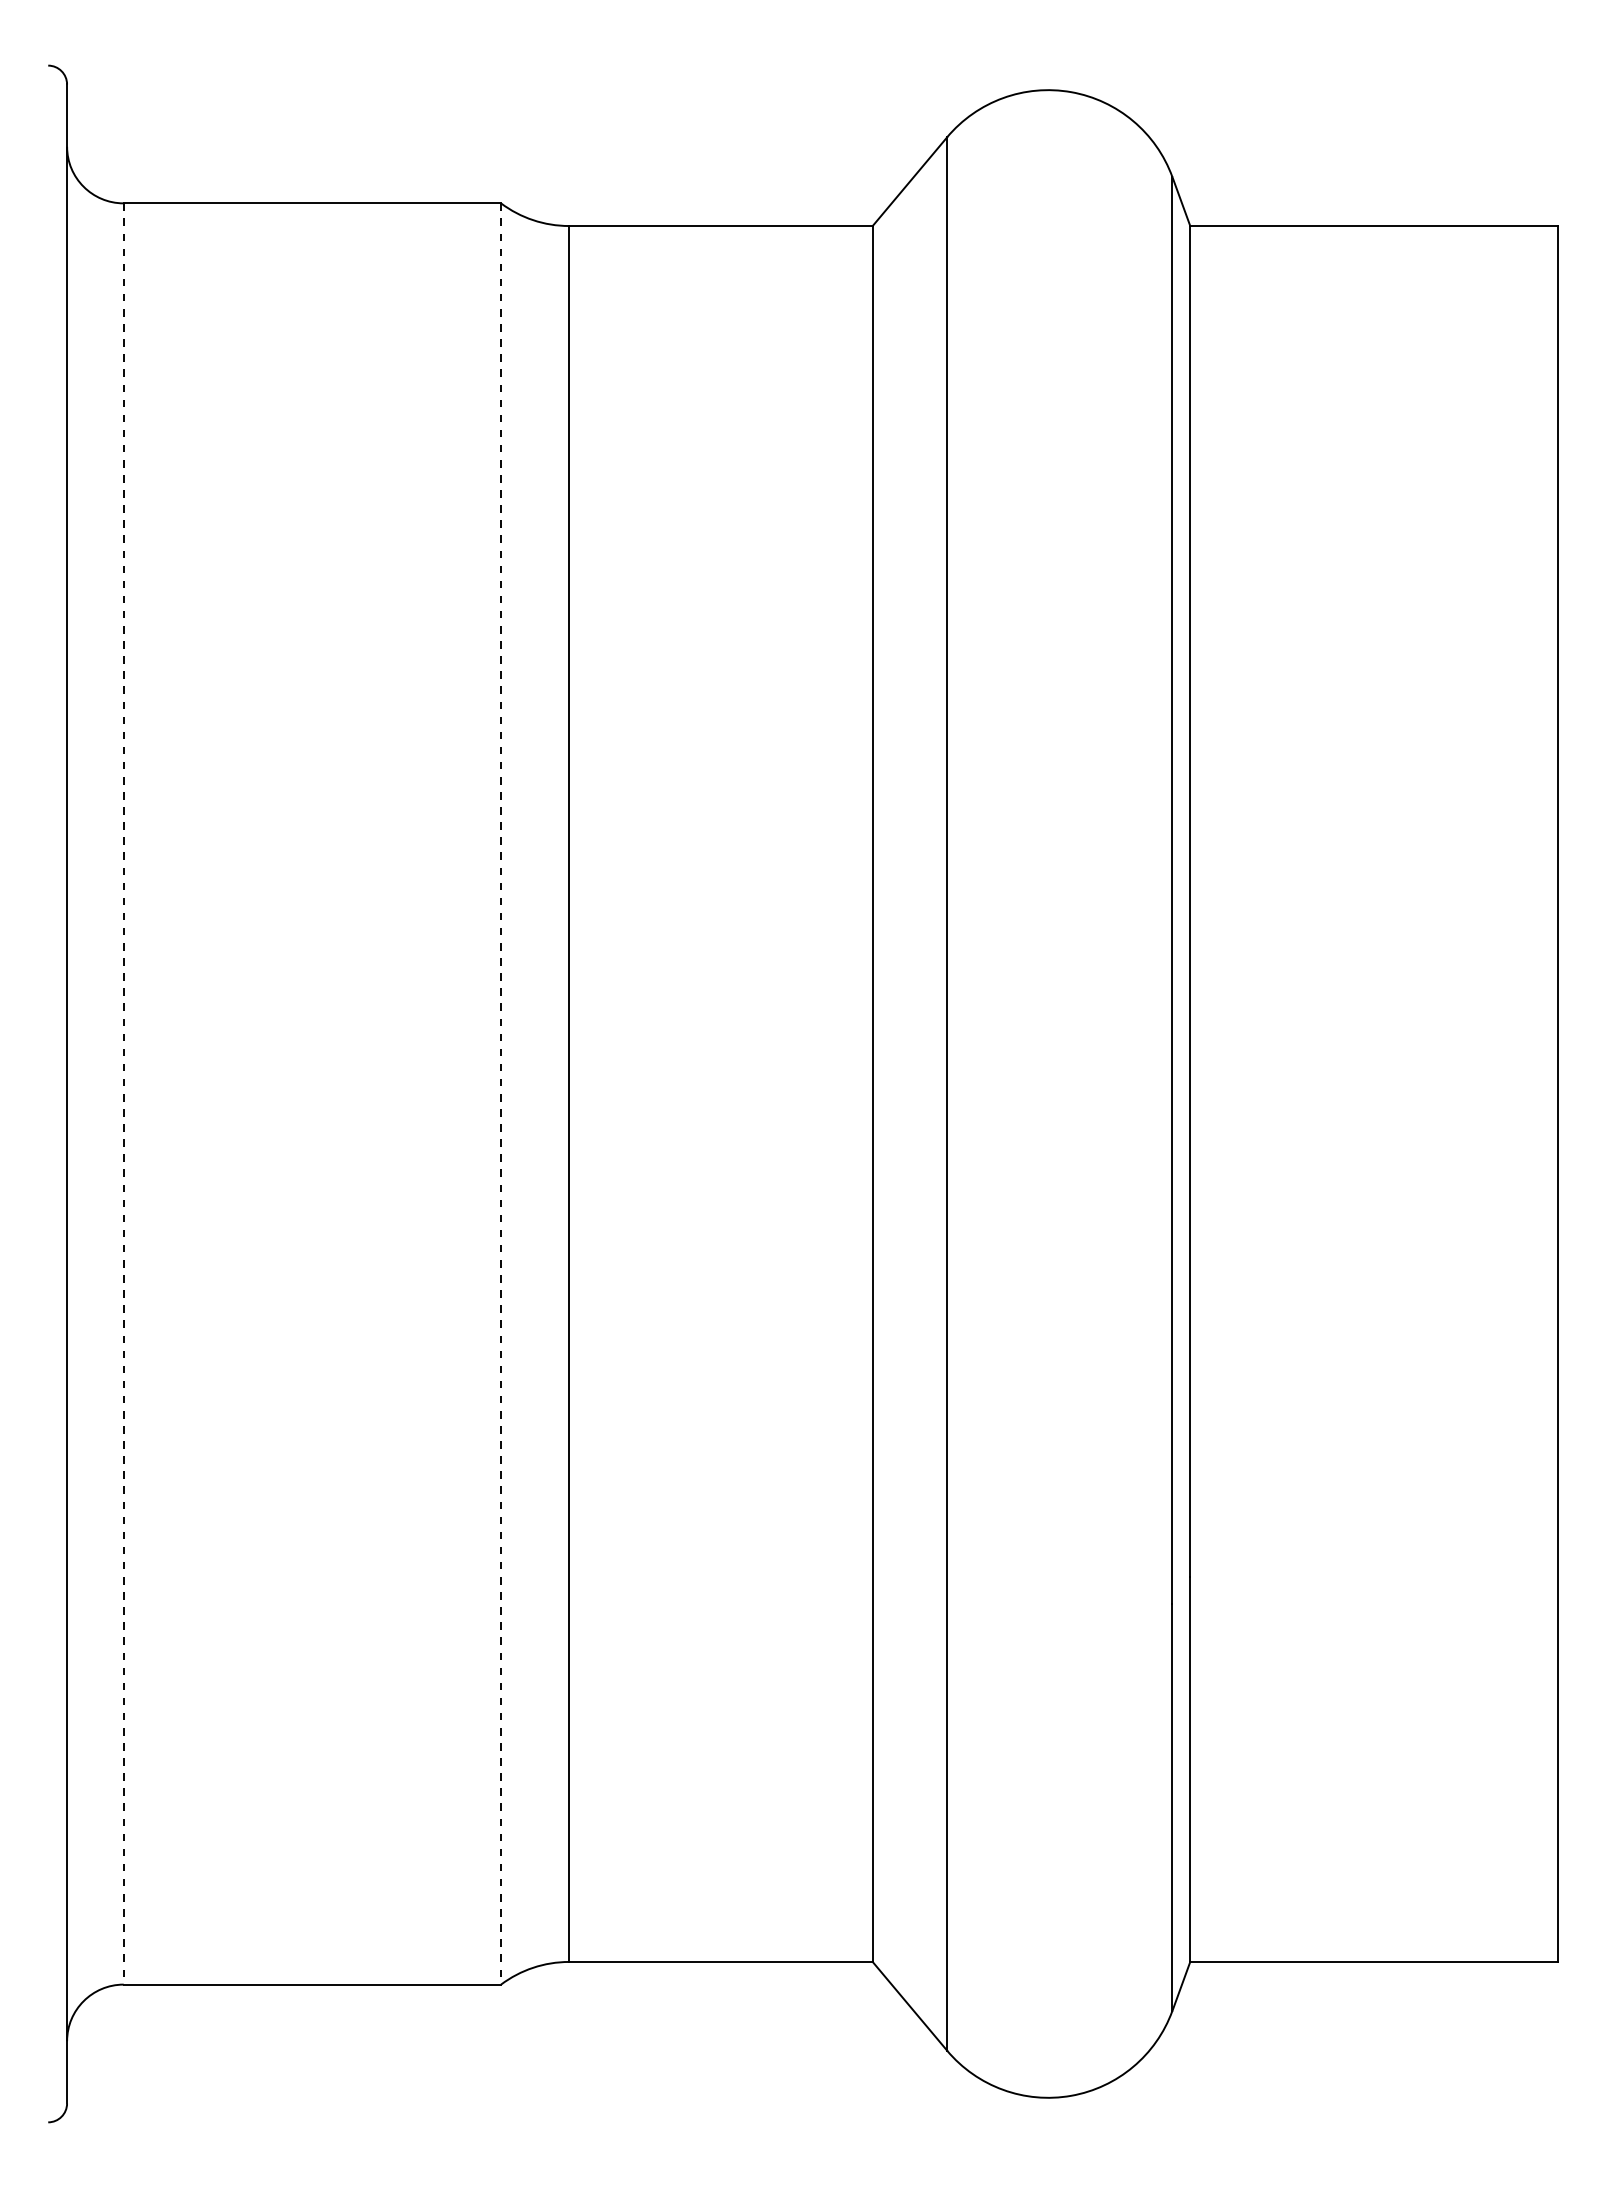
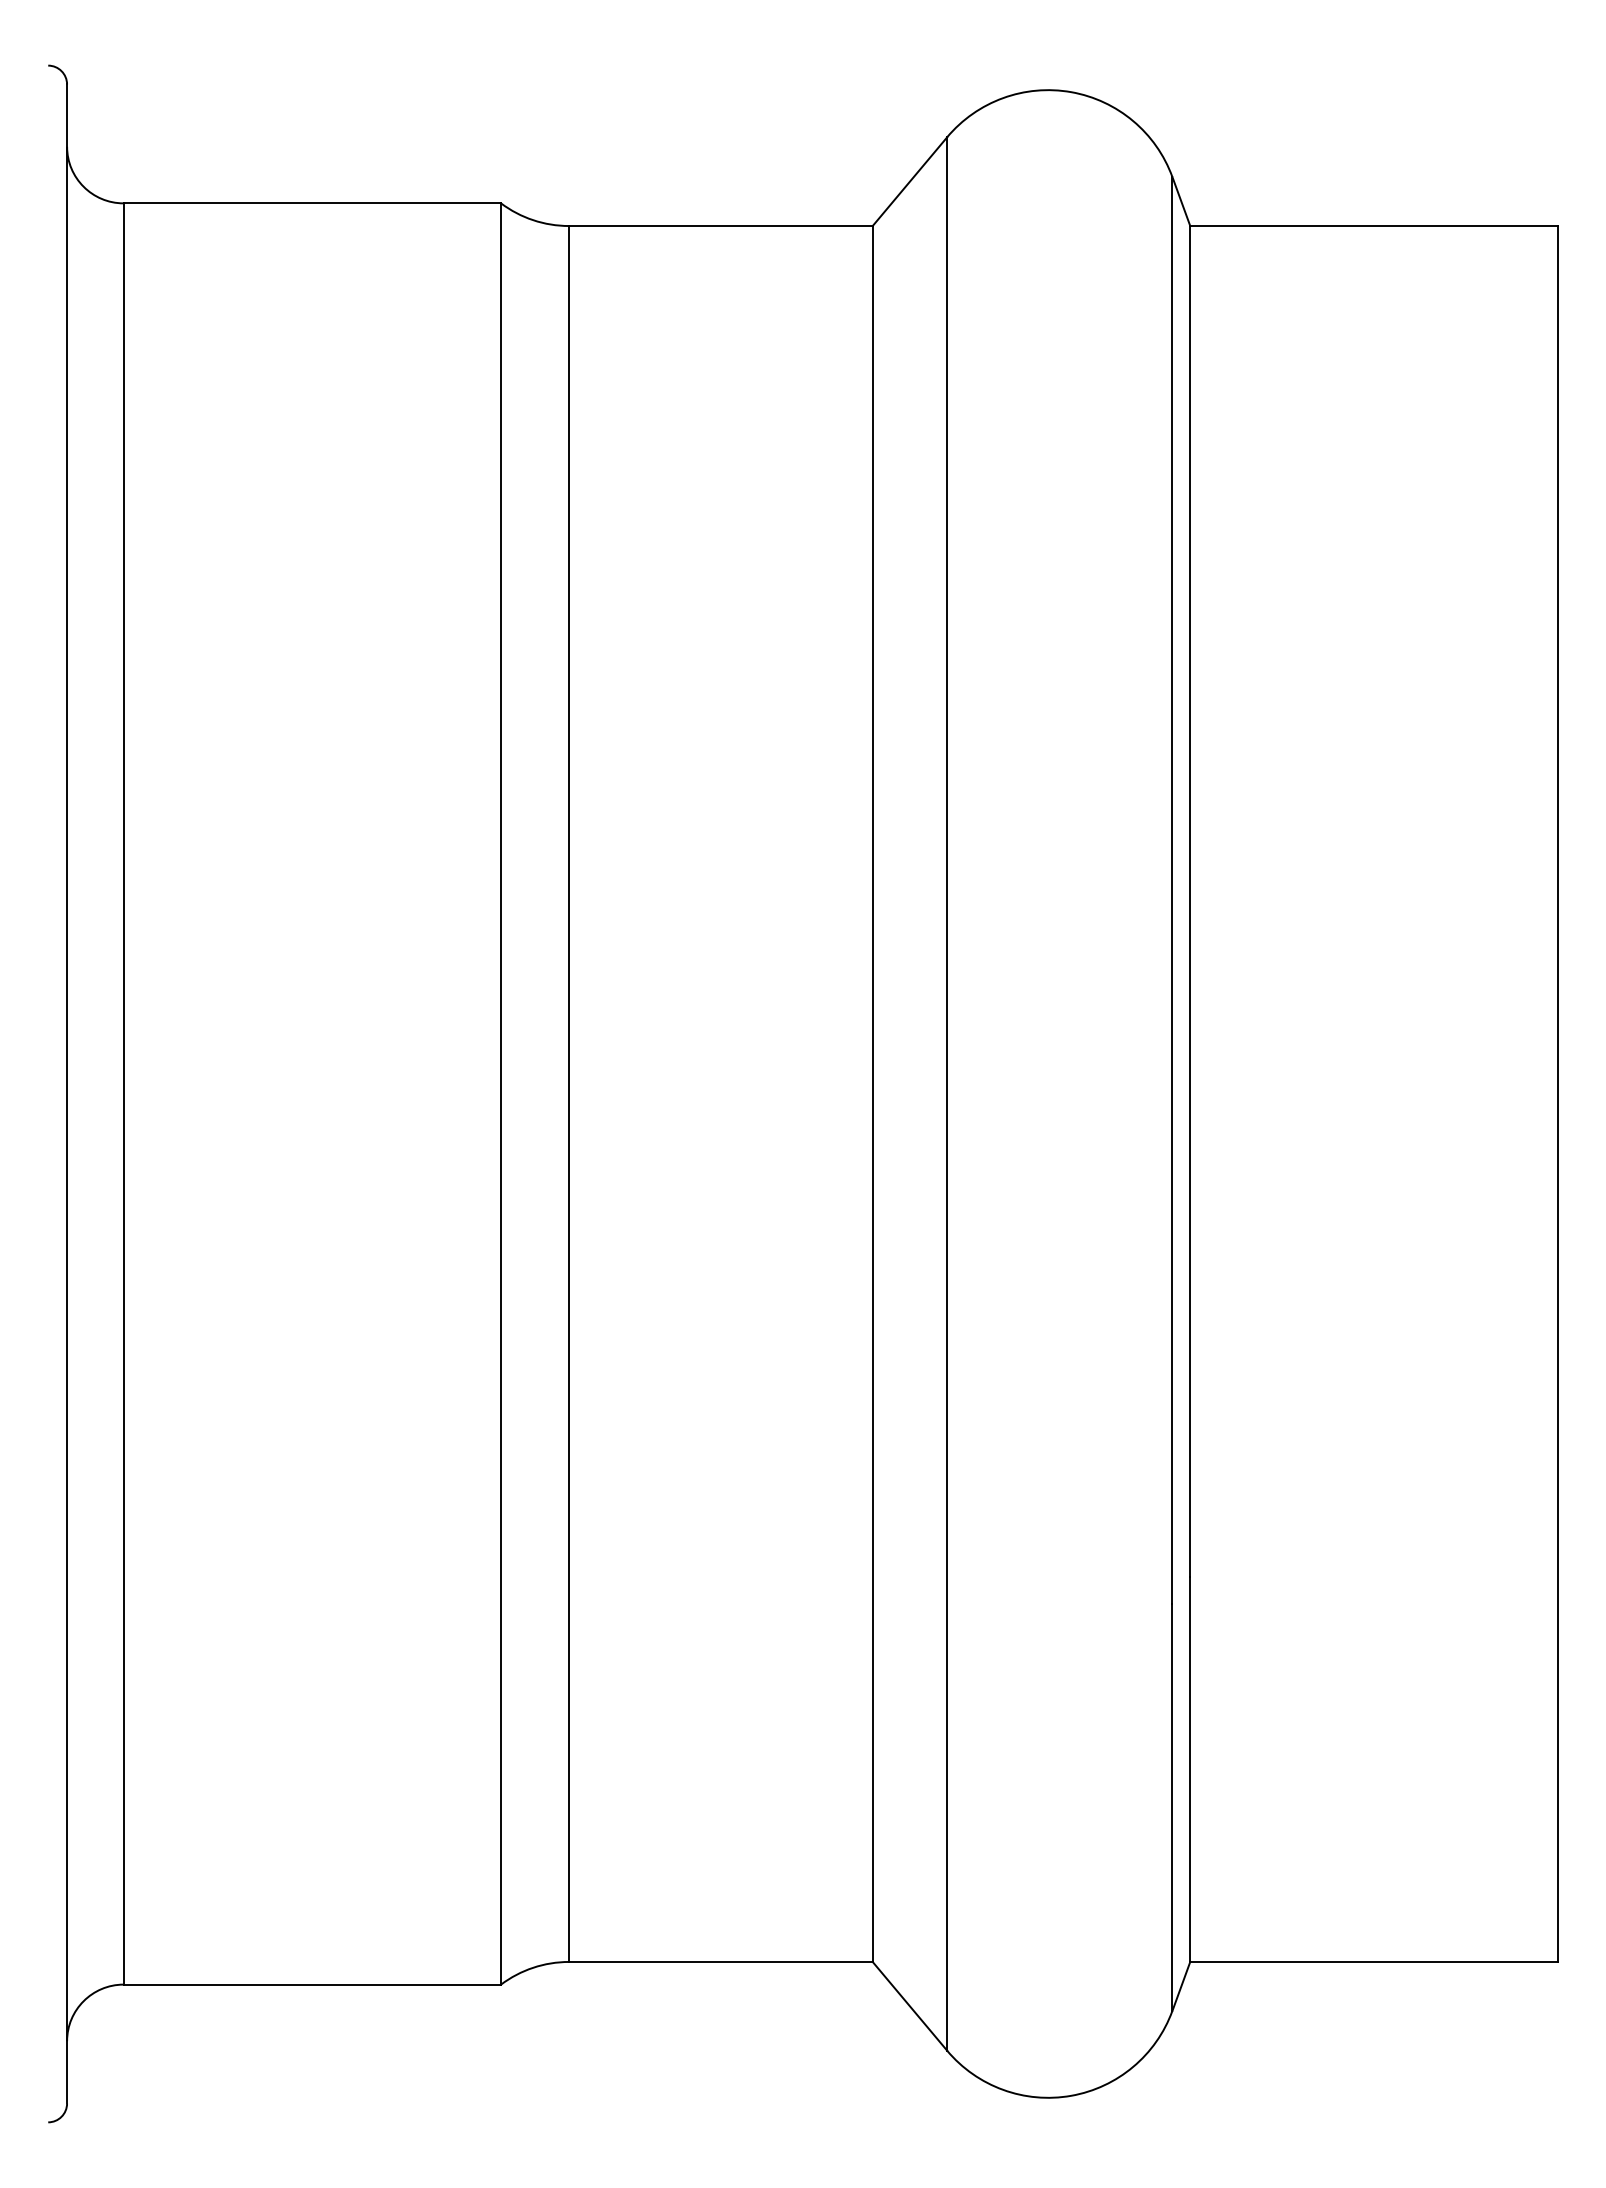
line at (123, 1093): dashed -> solid
line at (501, 1093): dashed -> solid
